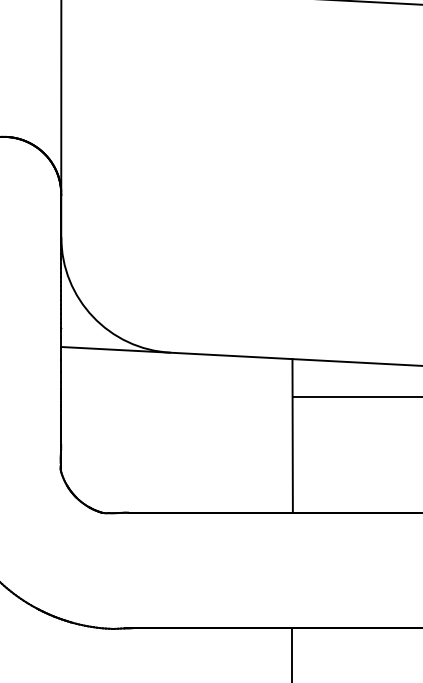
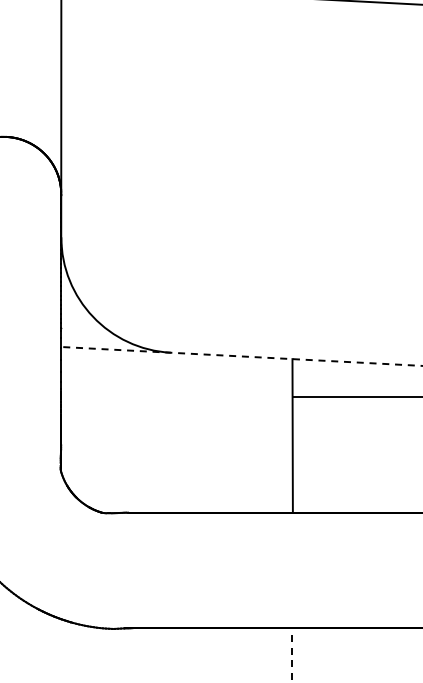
line at (241, 356): solid -> dashed
line at (292, 655): solid -> dashed
